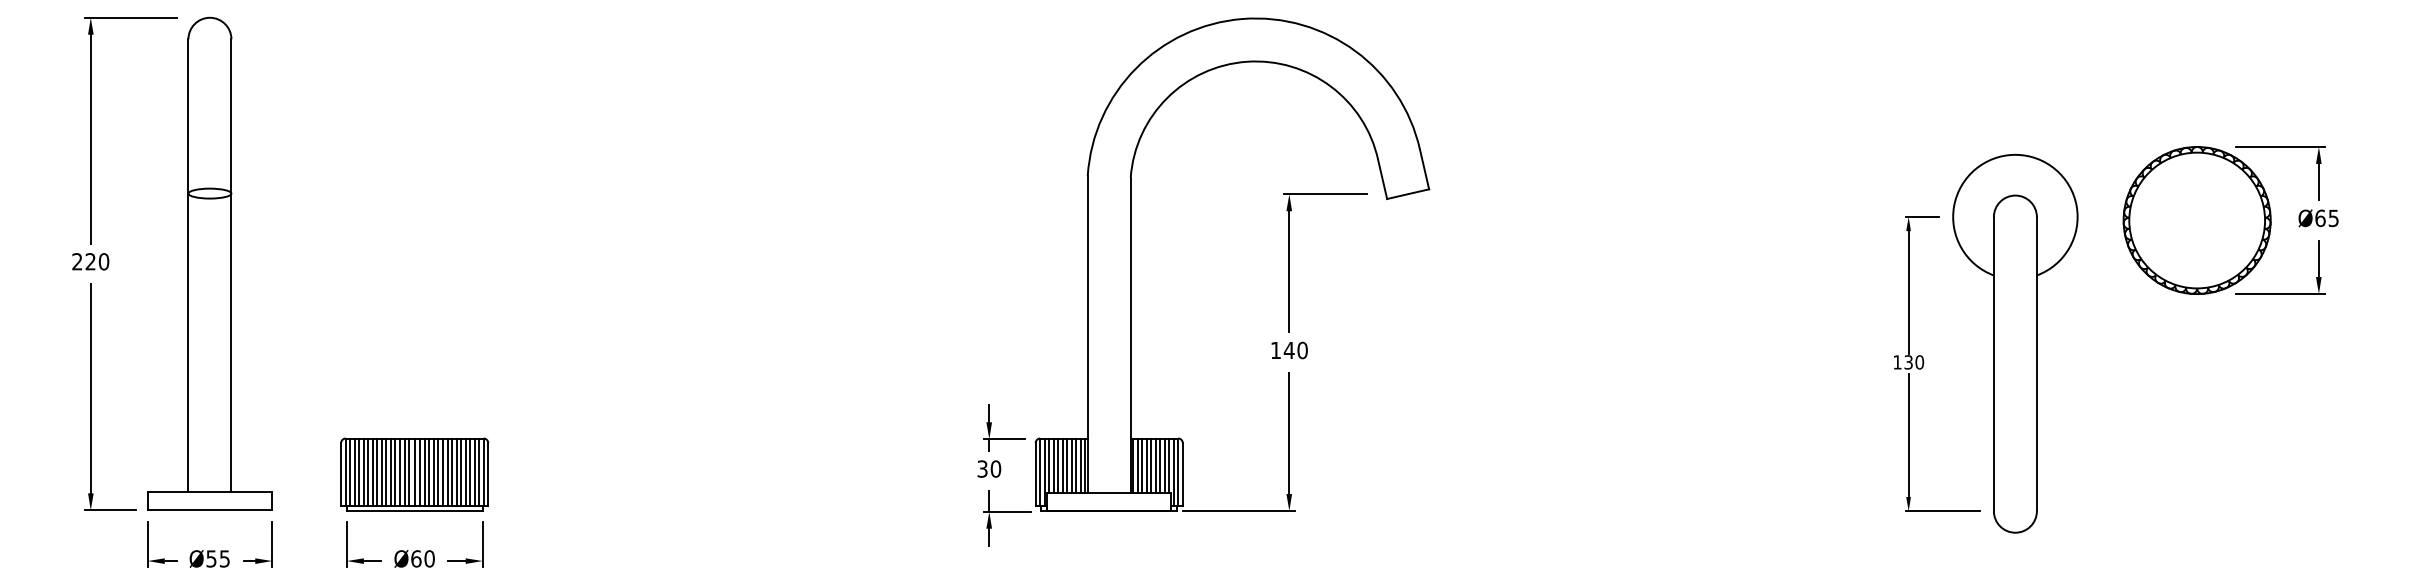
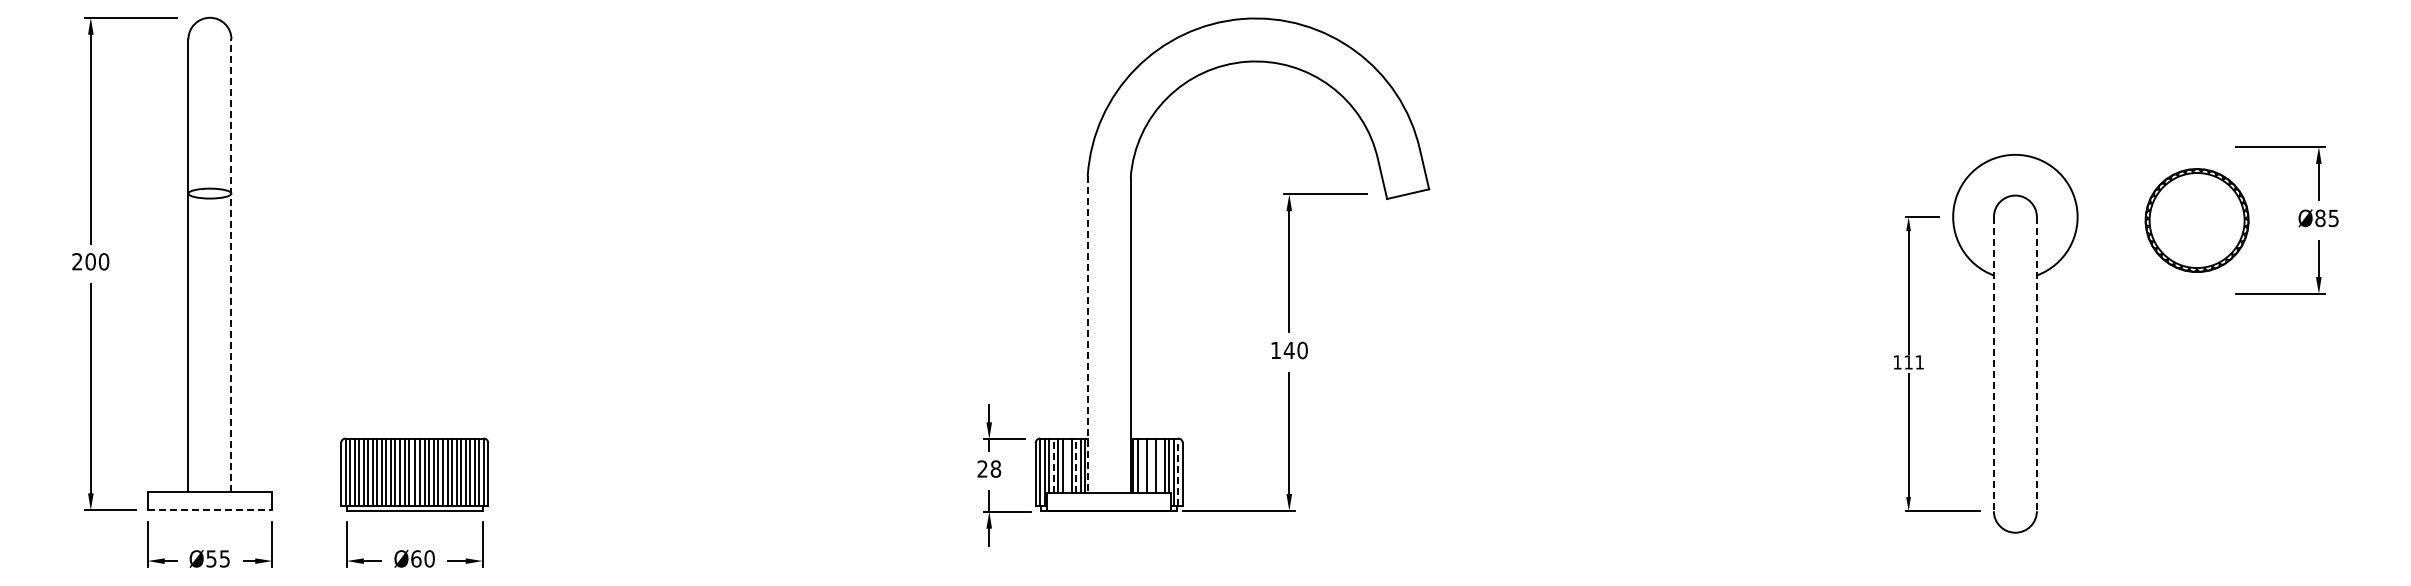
text at (2320, 217): Ø65 -> Ø85
part at (2196, 220) size: 150x149 px -> 106x105 px
text at (90, 261): 220 -> 200
line at (231, 265): solid -> dashed
line at (1087, 334): solid -> dashed
text at (1914, 362): 130 -> 111
line at (1993, 364): solid -> dashed
line at (2036, 364): solid -> dashed
line at (1053, 465): solid -> dashed
line at (1067, 465): present -> none
line at (1076, 465): solid -> dashed
line at (1142, 465): present -> none
line at (1151, 465): present -> none
line at (1160, 465): present -> none
text at (989, 468): 30 -> 28
line at (1178, 472): solid -> dashed
line at (210, 510): solid -> dashed
